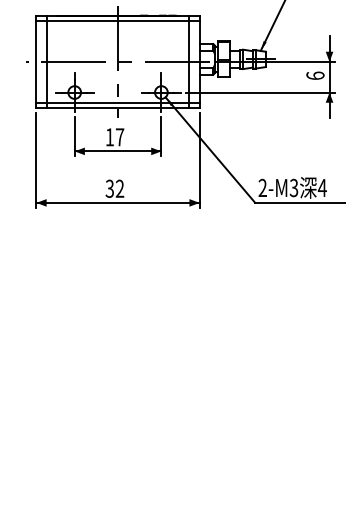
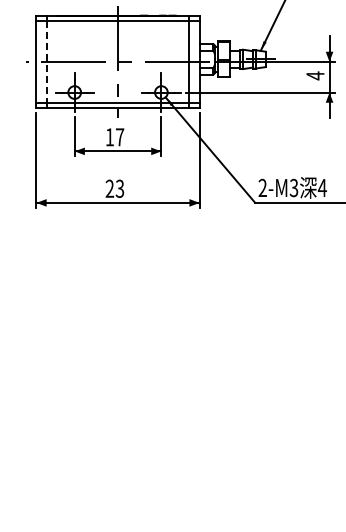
line at (46, 61): solid -> dashed
text at (315, 75): 6 -> 4
text at (114, 188): 32 -> 23
